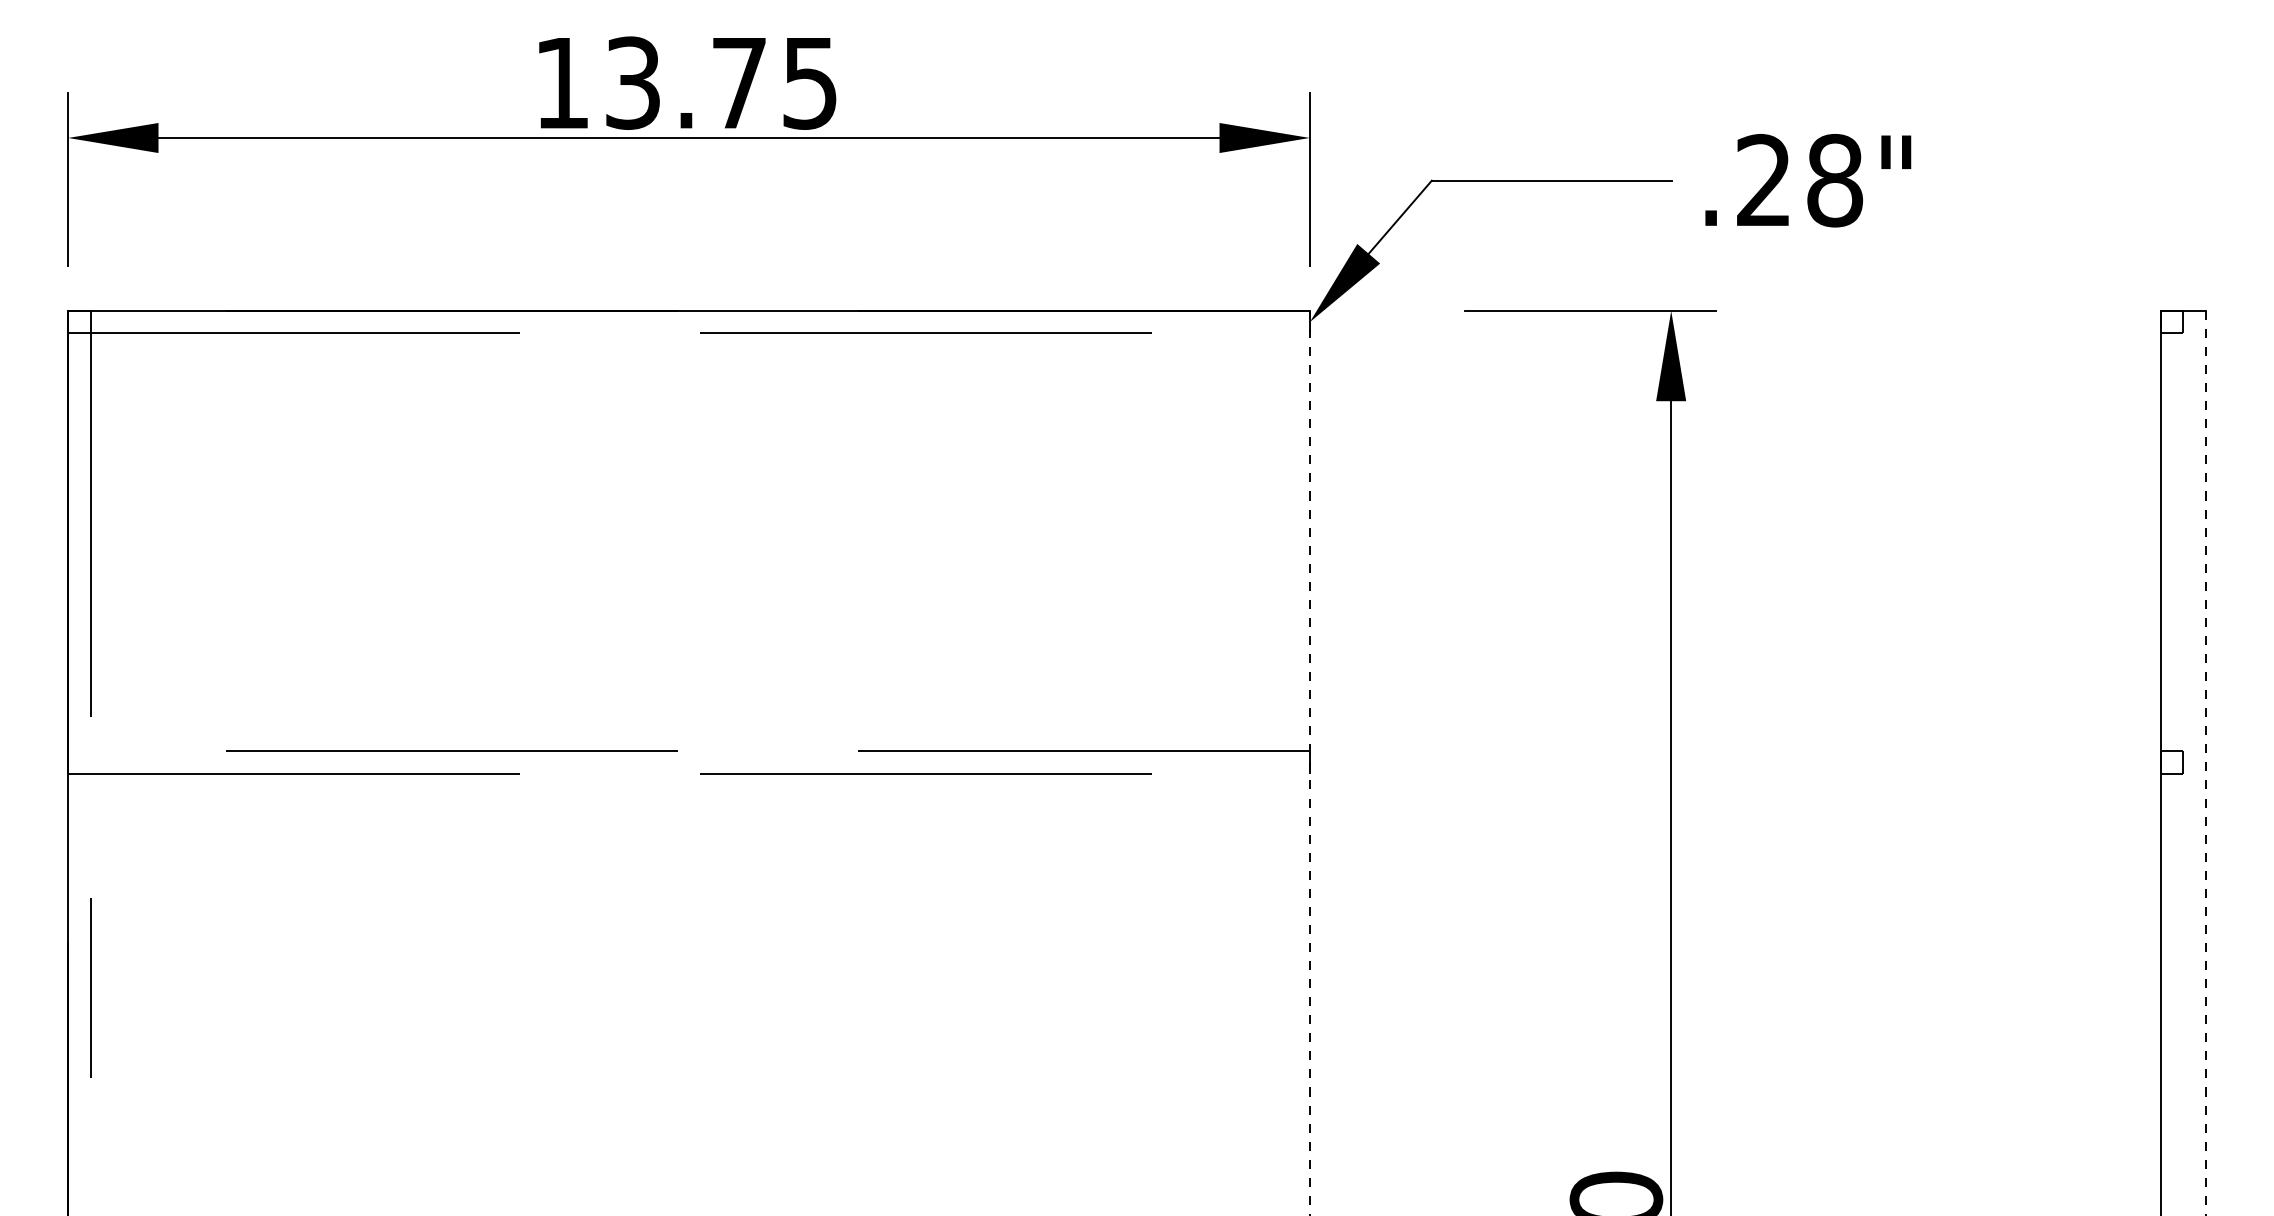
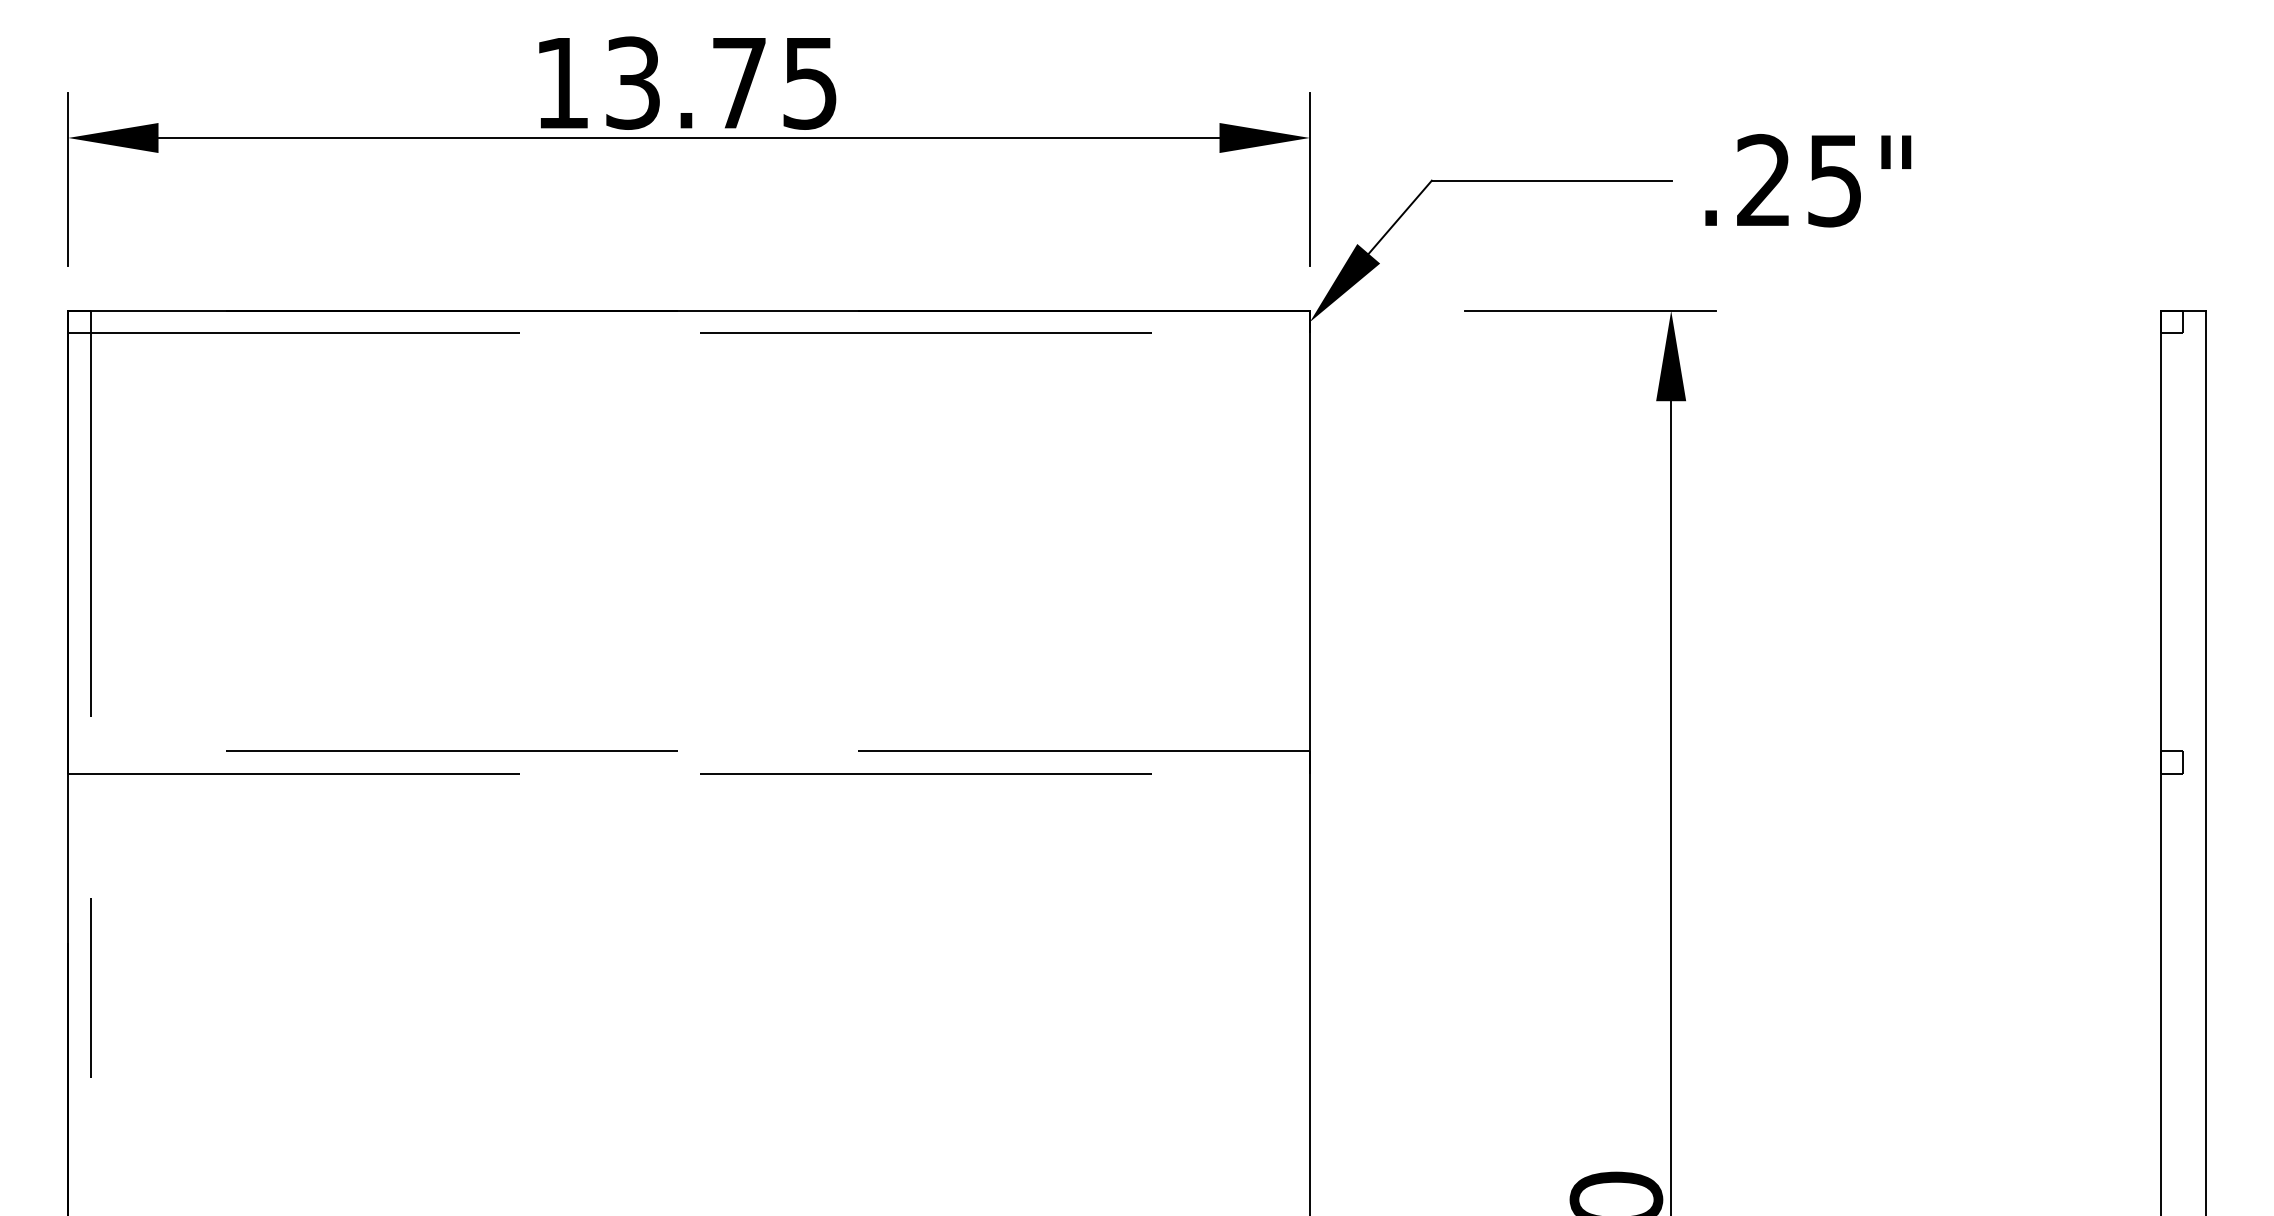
text at (1835, 180): .28" -> .25"
line at (1309, 762): dashed -> solid
line at (2205, 762): dashed -> solid
